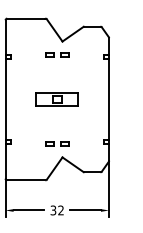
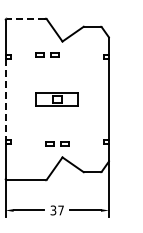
line at (25, 18): solid -> dashed
part at (57, 54) position: (57, 54) -> (47, 54)
line at (5, 99): solid -> dashed
text at (60, 210): 32 -> 37
